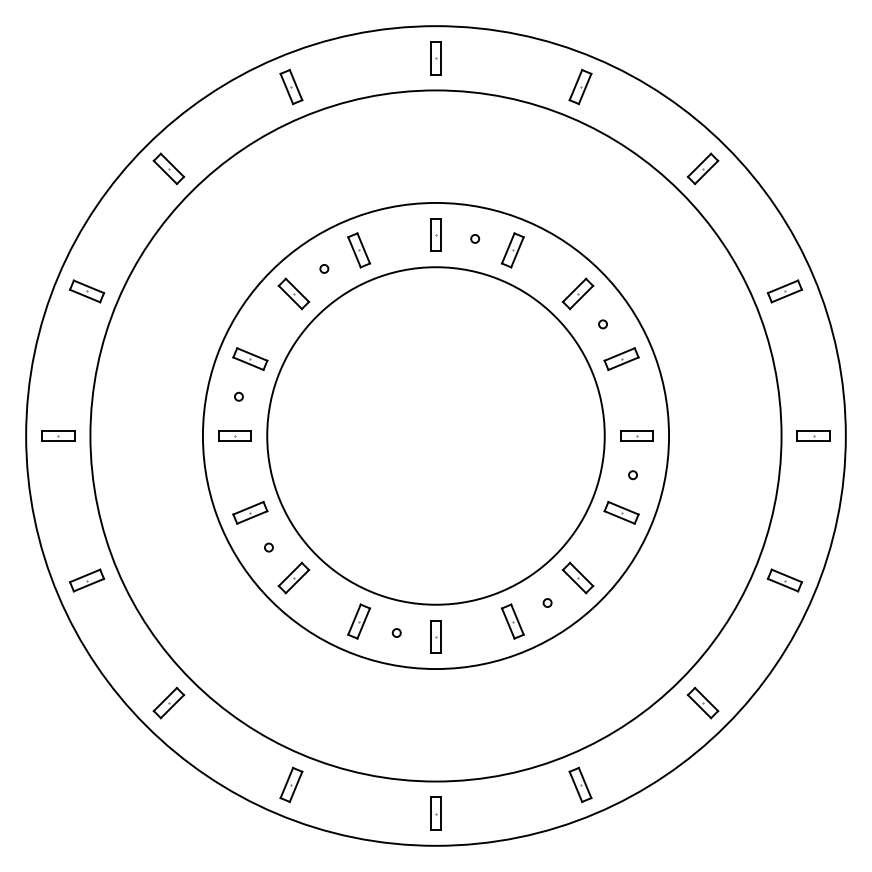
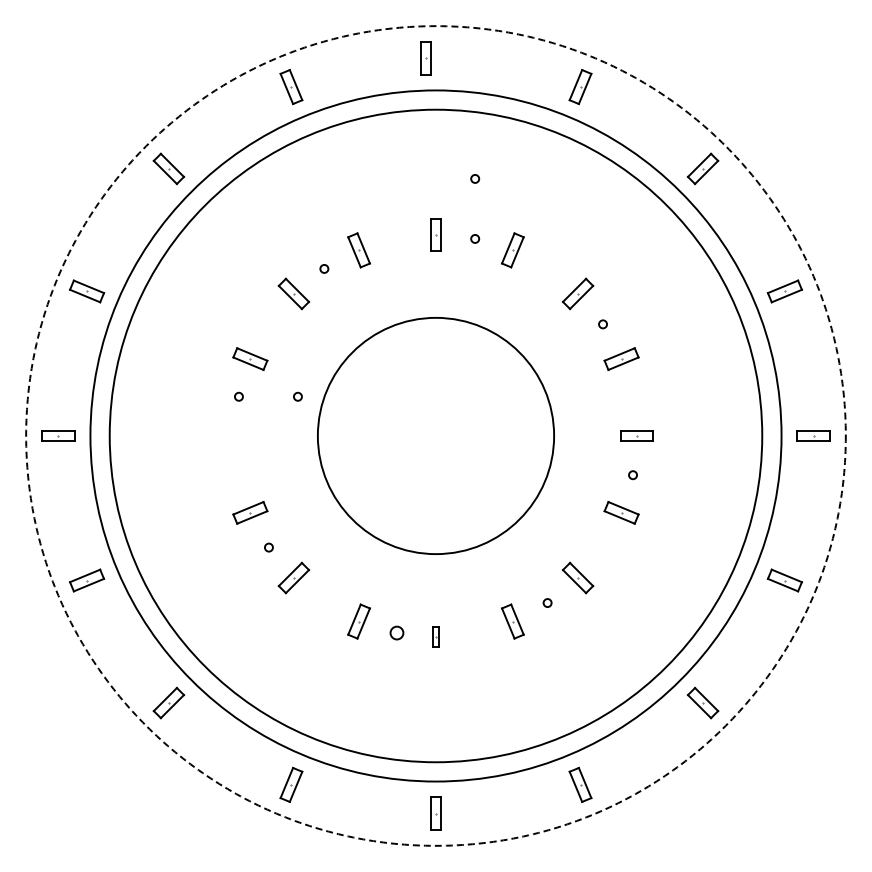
part at (435, 58) position: (435, 58) -> (425, 58)
circle at (475, 178): none -> present
circle at (297, 396): none -> present
part at (234, 435): present -> none
circle at (435, 435) diameter: 338 px -> 236 px
circle at (435, 435) diameter: 466 px -> 653 px
circle at (435, 435): solid -> dashed
circle at (396, 632) size: 11x10 px -> 16x16 px
part at (435, 636) size: 12x34 px -> 8x22 px
